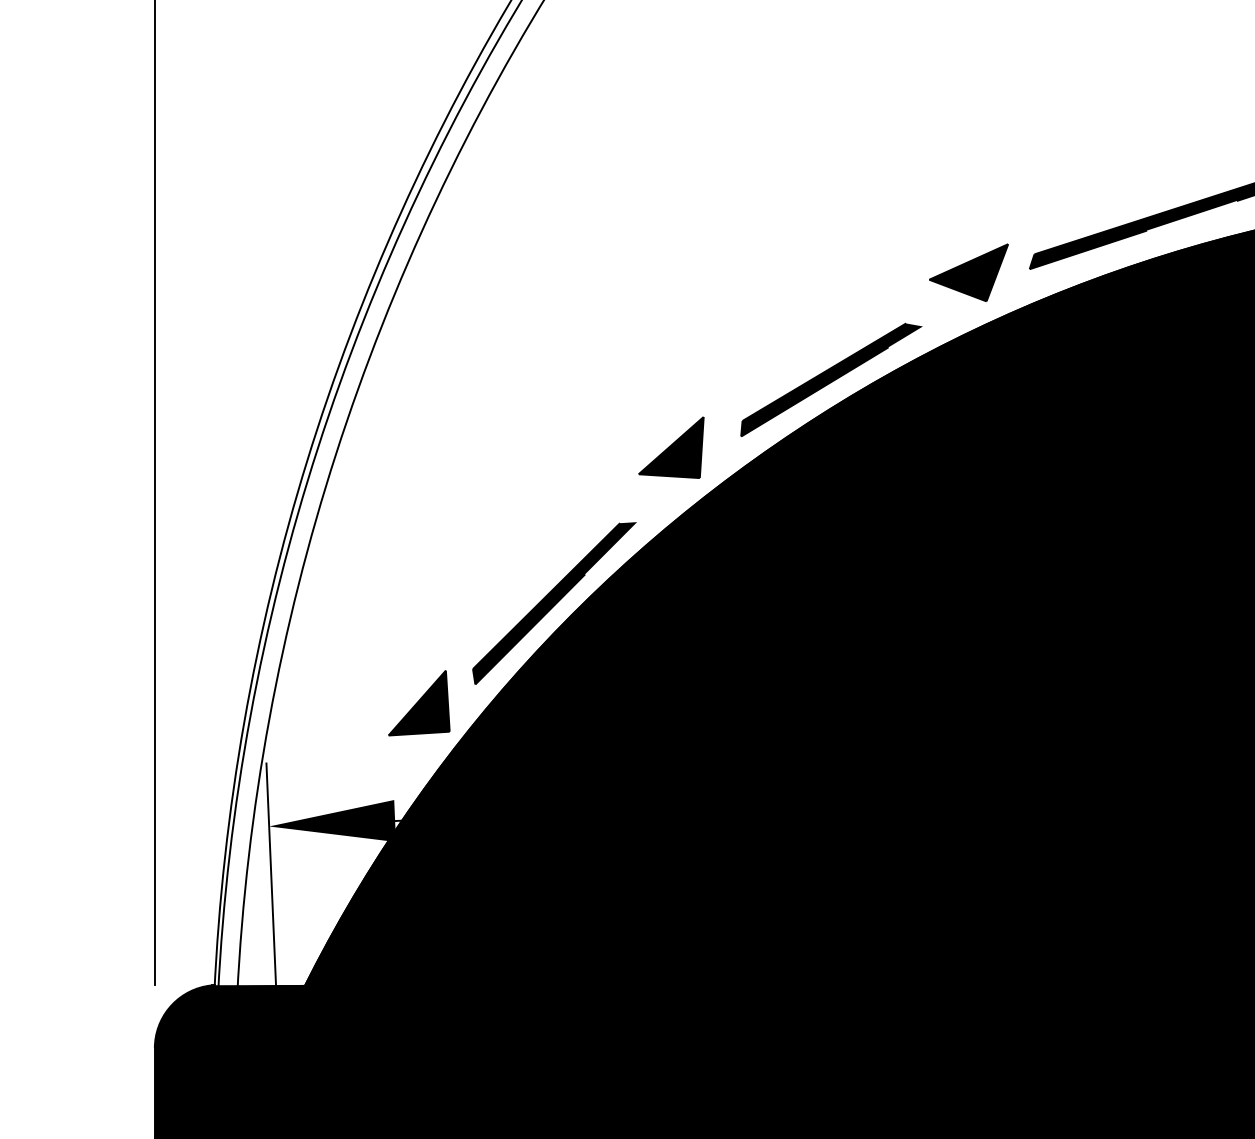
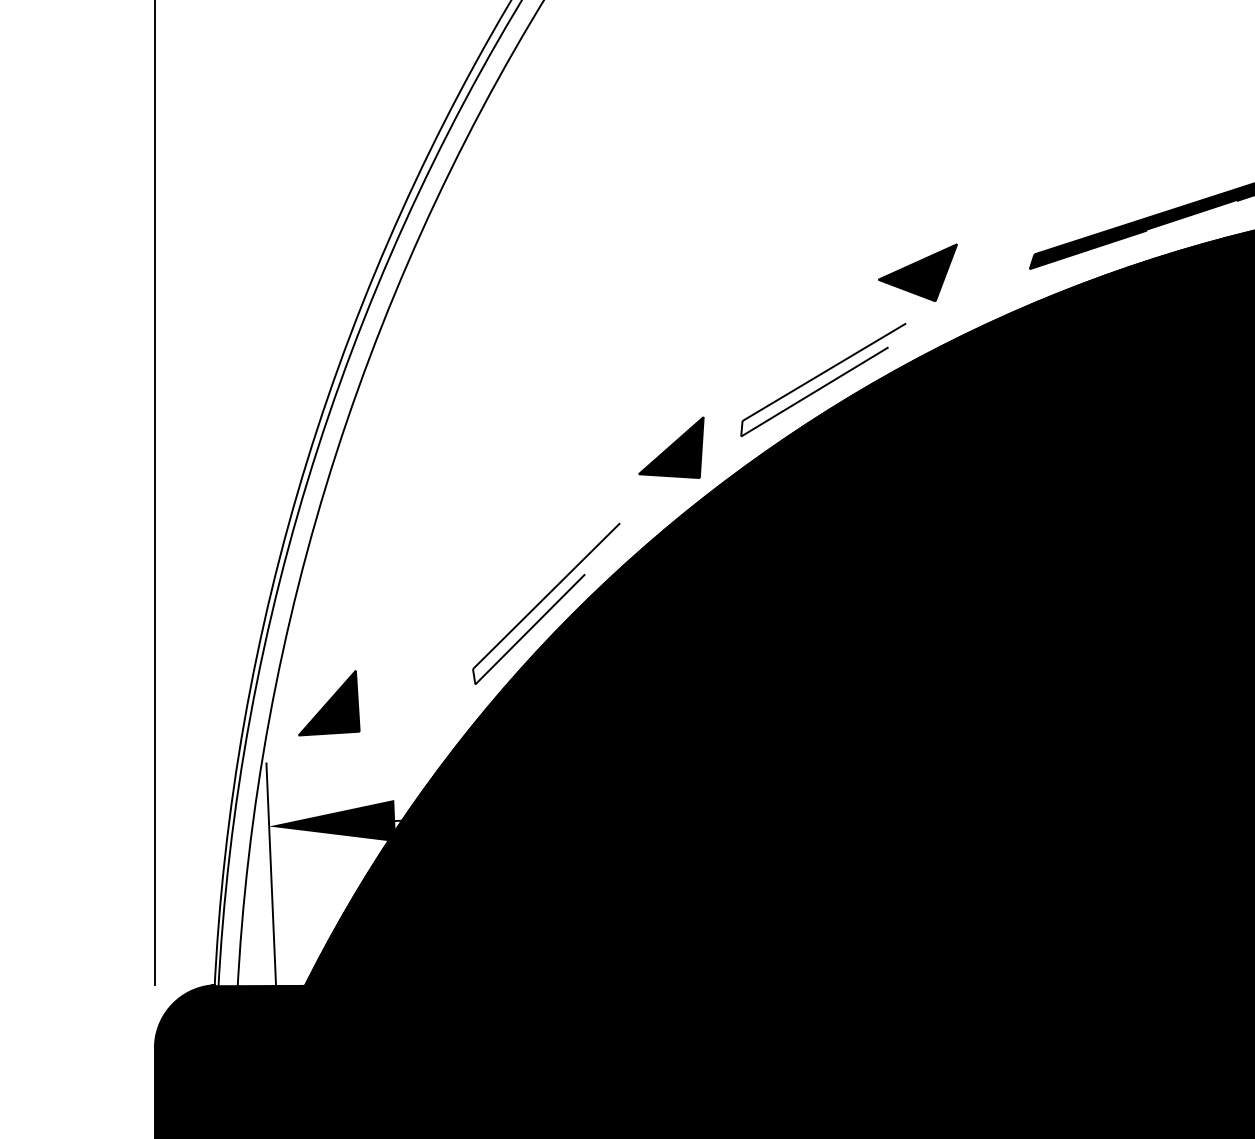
part at (968, 272) position: (968, 272) -> (917, 272)
fill at (831, 379): present -> none
fill at (555, 603): present -> none
part at (419, 703) position: (419, 703) -> (329, 703)
